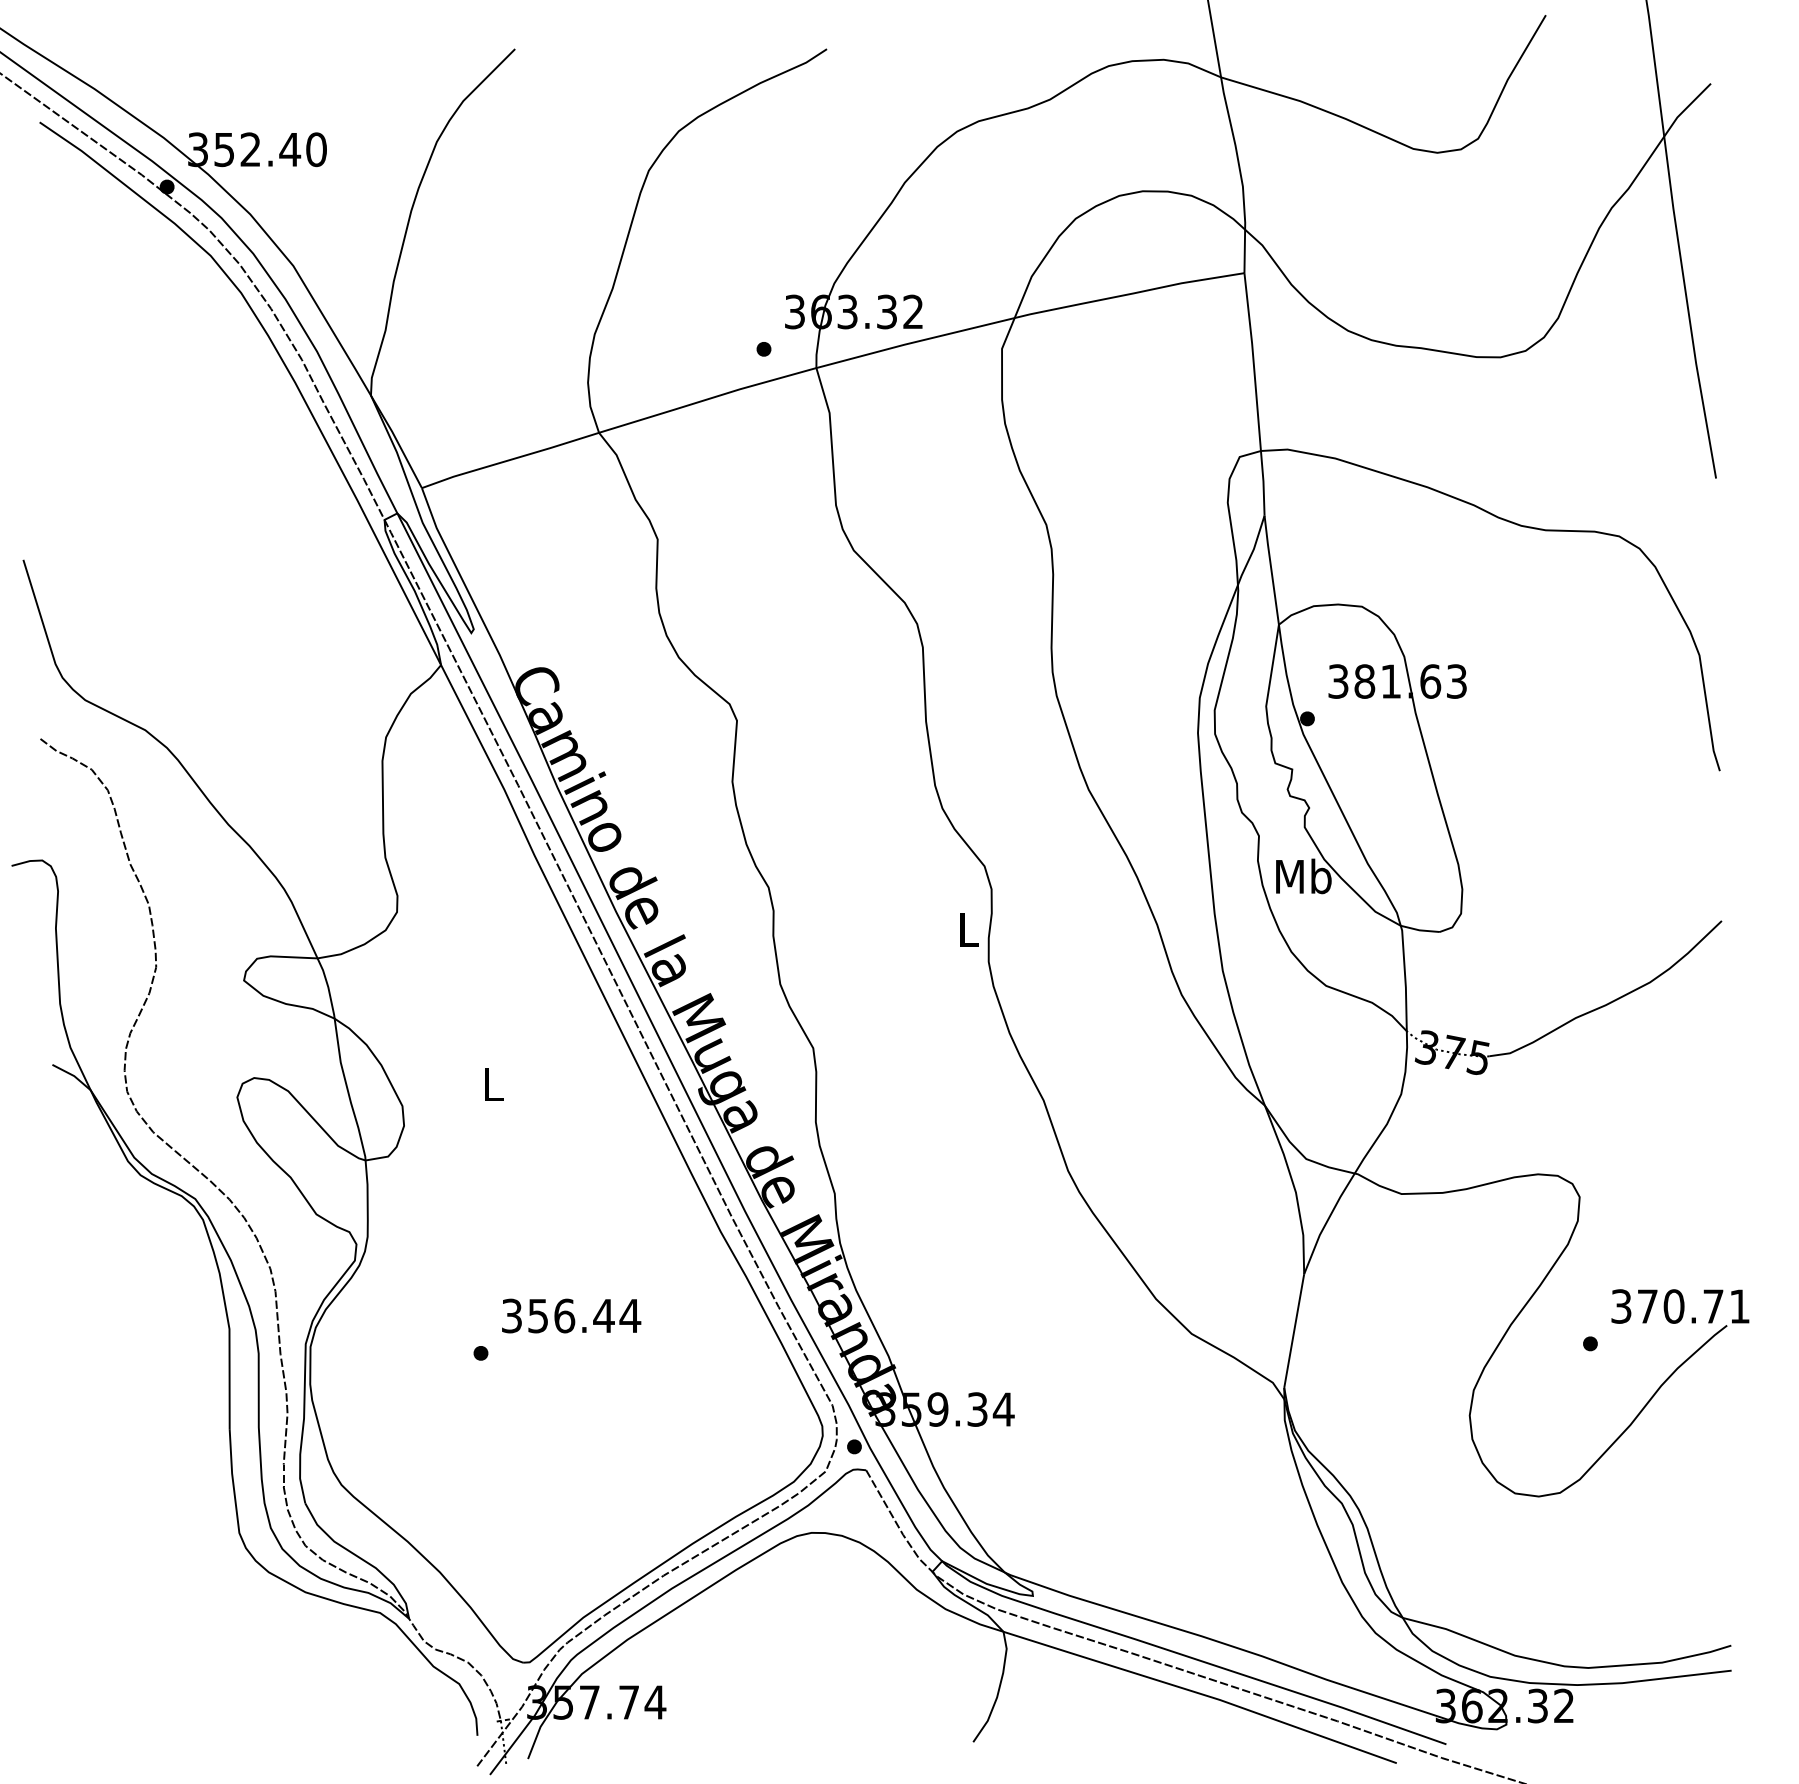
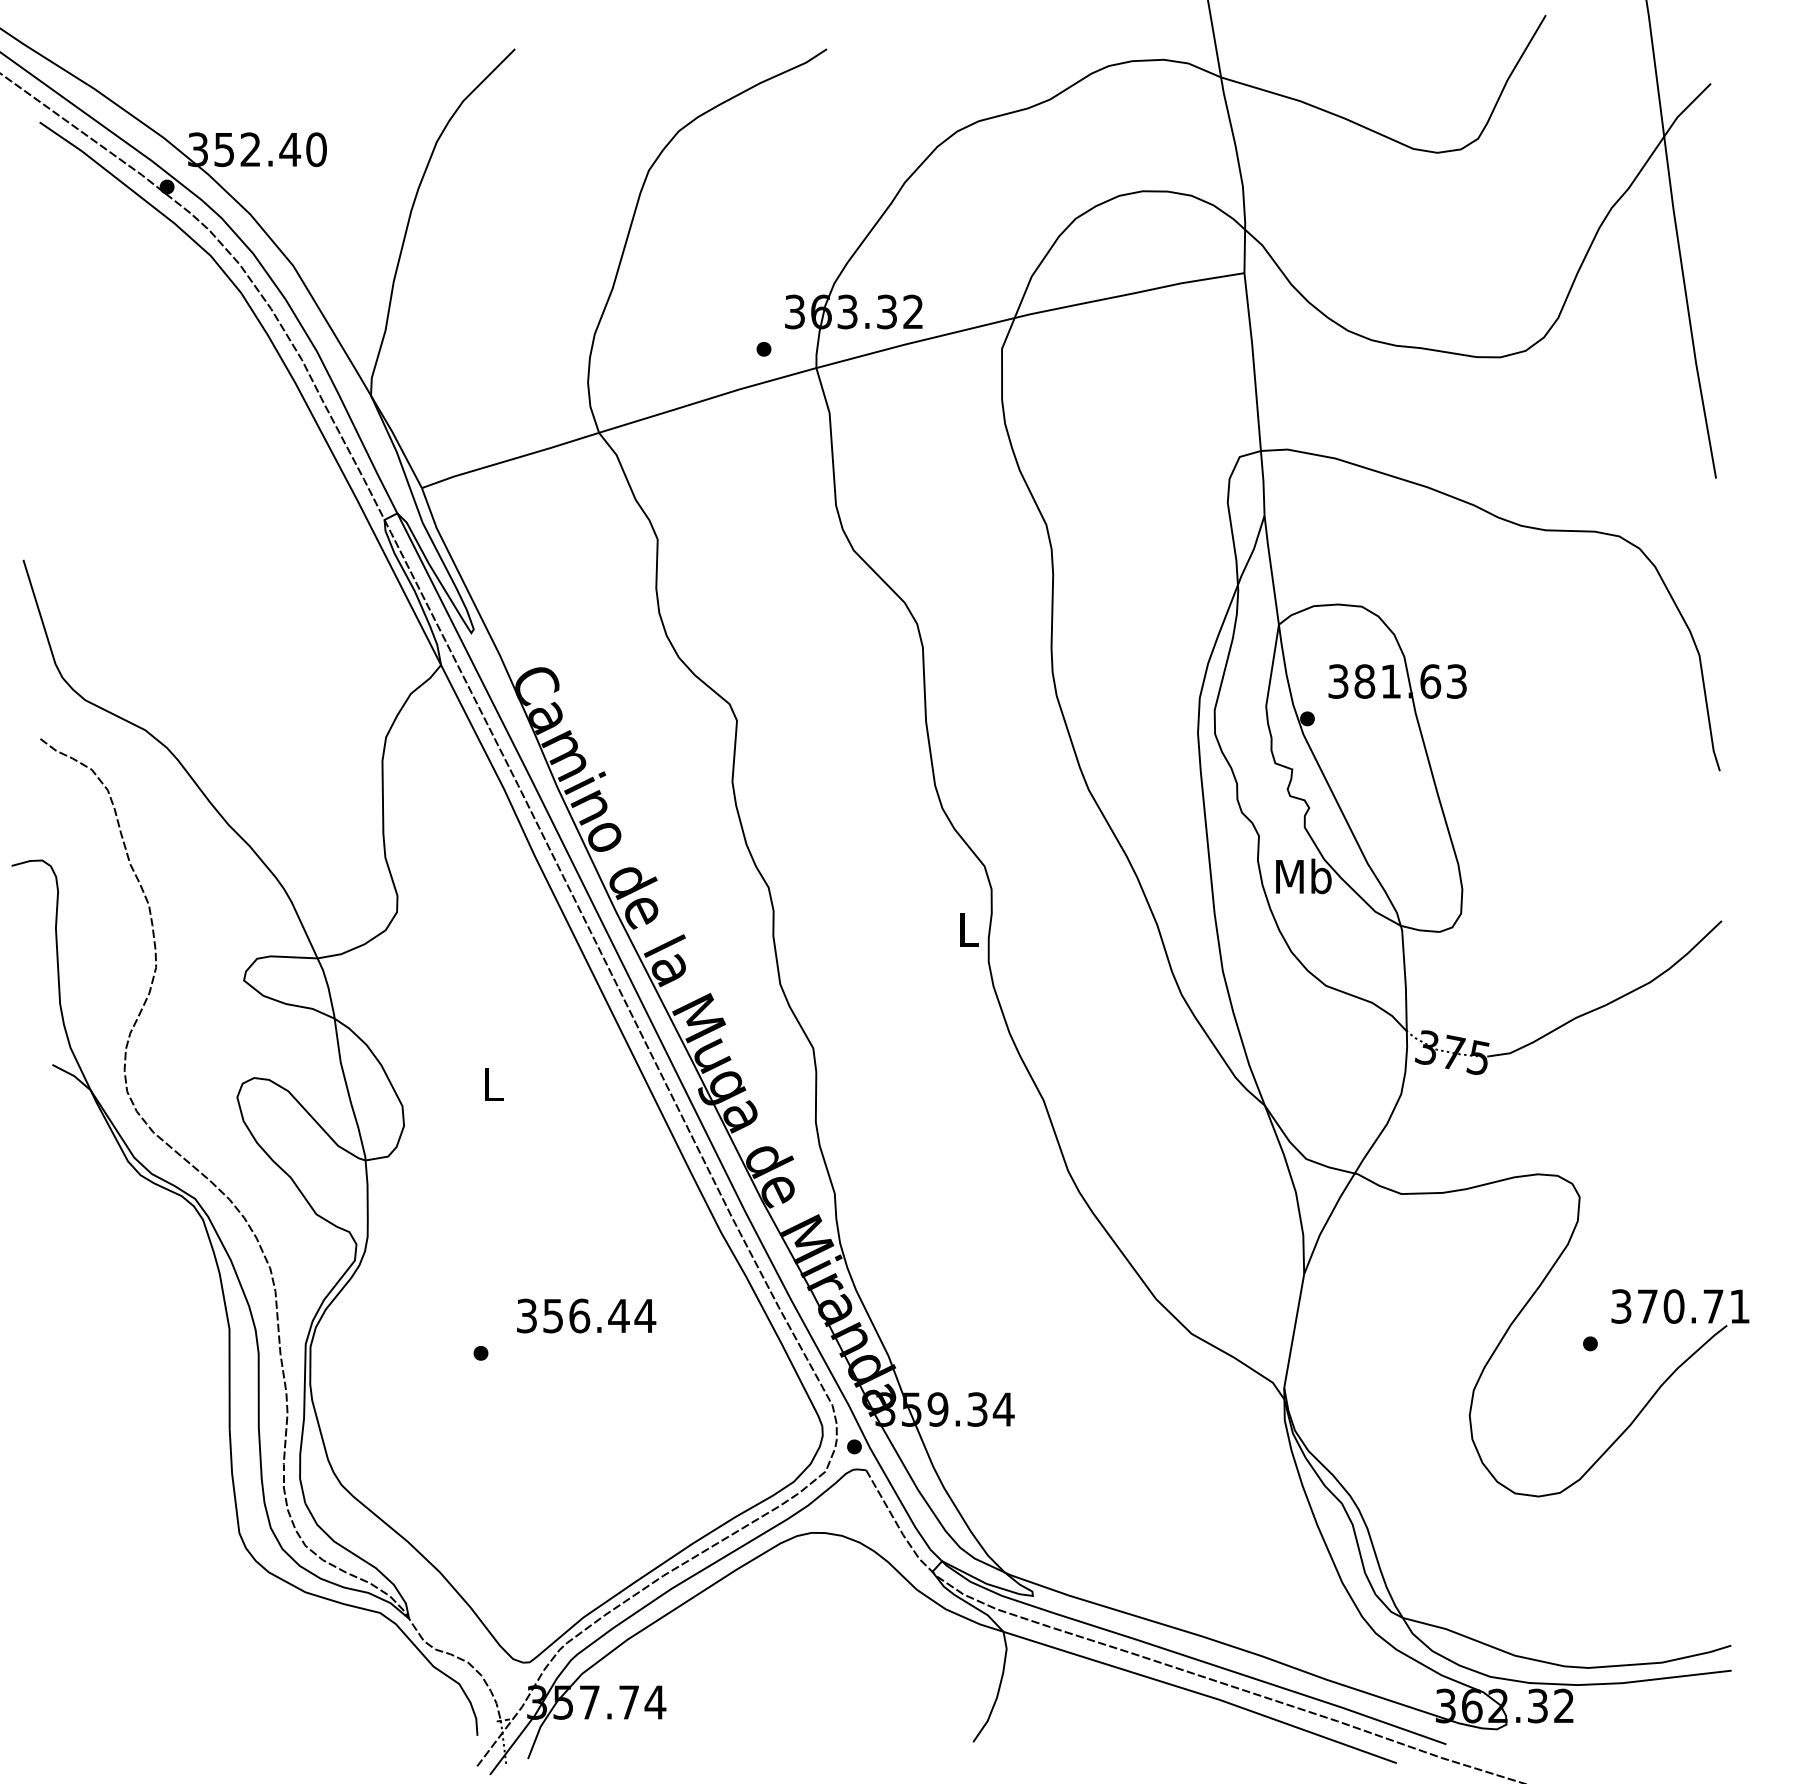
text at (571, 1315) position: (571, 1315) -> (586, 1315)
